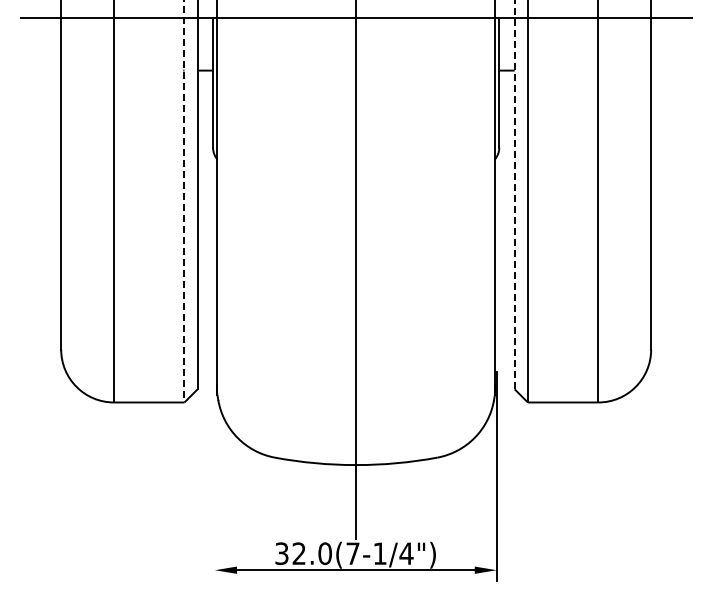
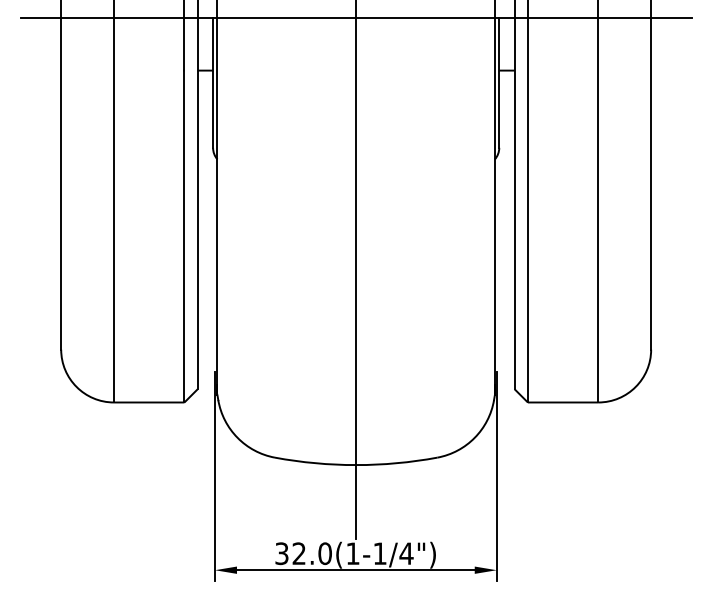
line at (514, 194): dashed -> solid
line at (184, 201): dashed -> solid
line at (214, 476): none -> present
text at (352, 553): 32.0(7-1/4") -> 32.0(1-1/4")
